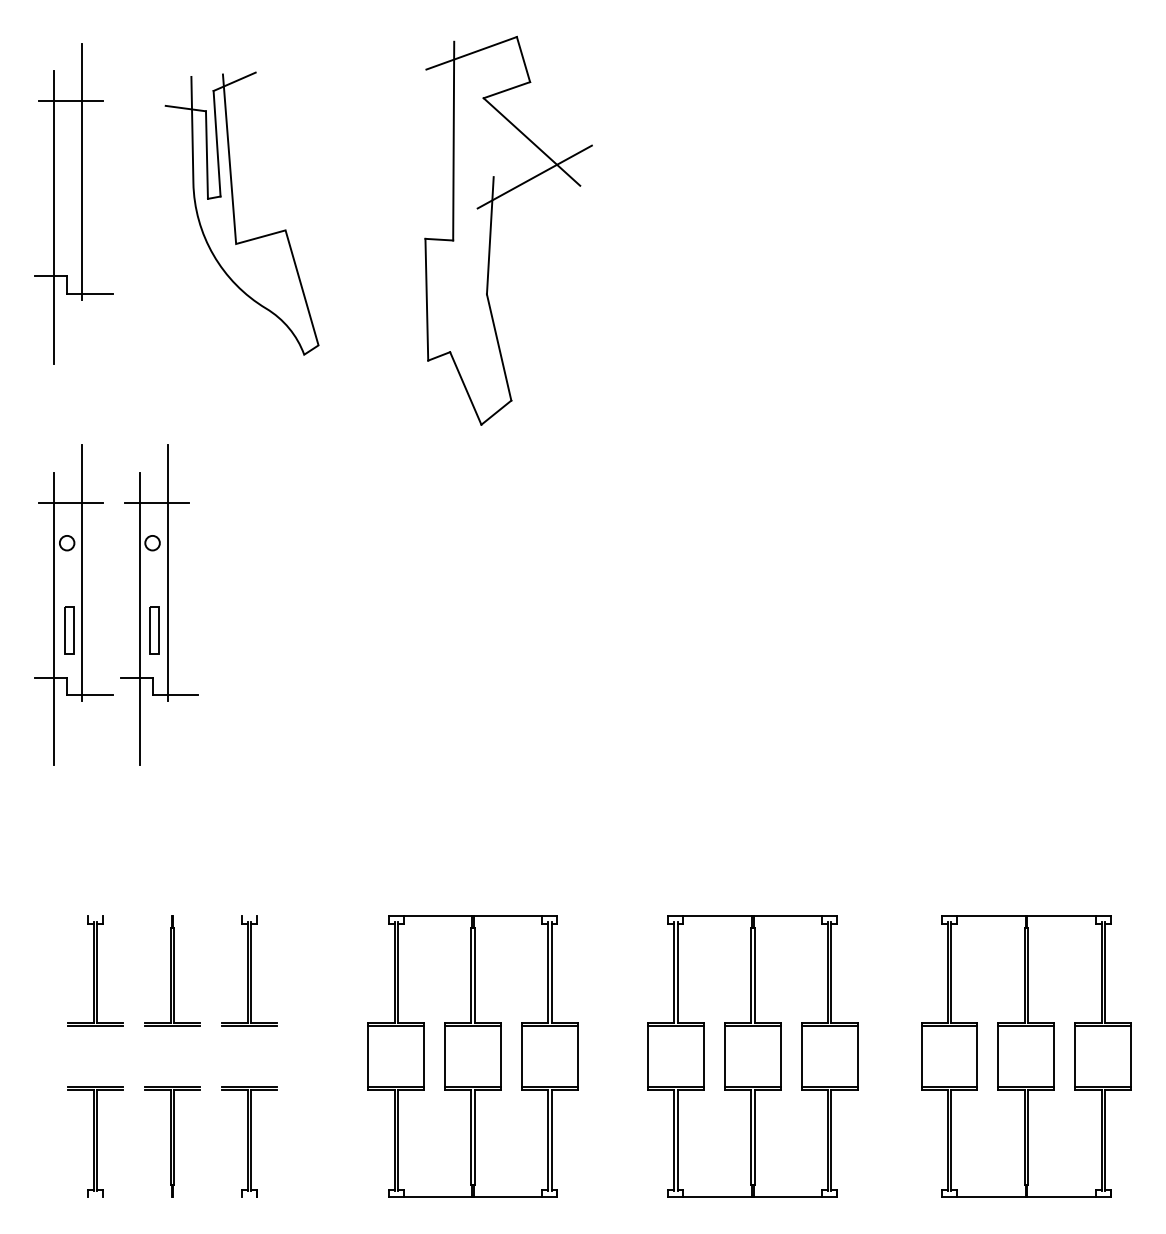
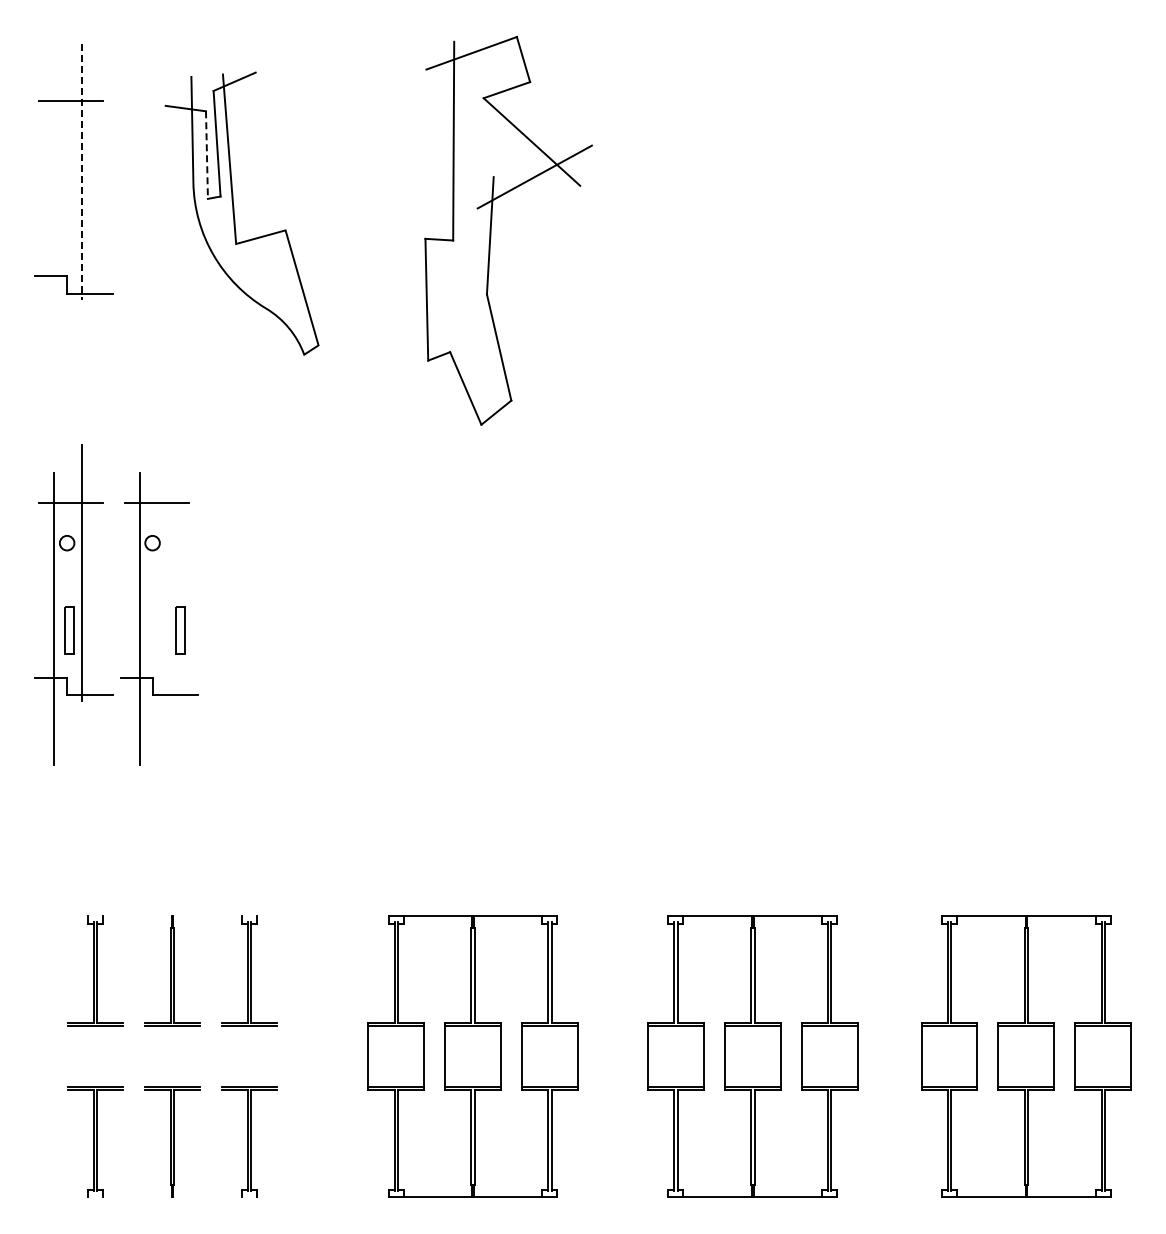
line at (206, 155): solid -> dashed
line at (82, 172): solid -> dashed
line at (54, 217): present -> none
line at (167, 572): present -> none
part at (154, 630) position: (154, 630) -> (180, 630)
